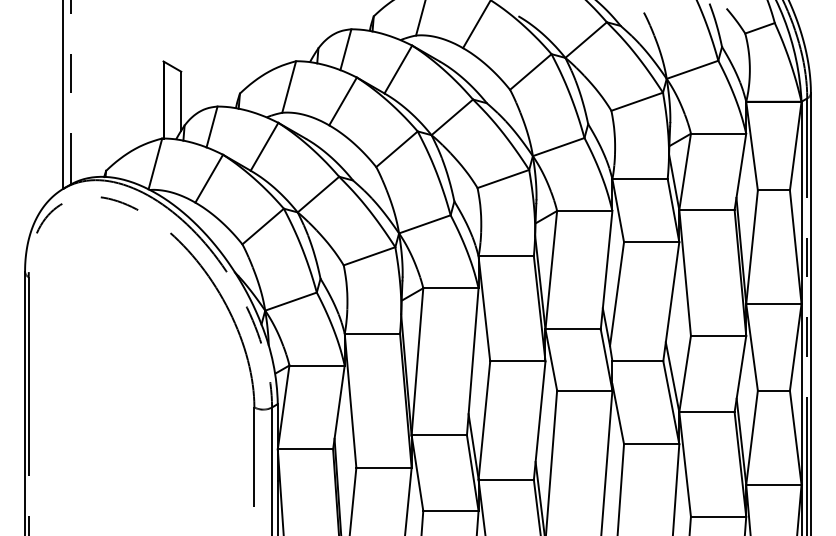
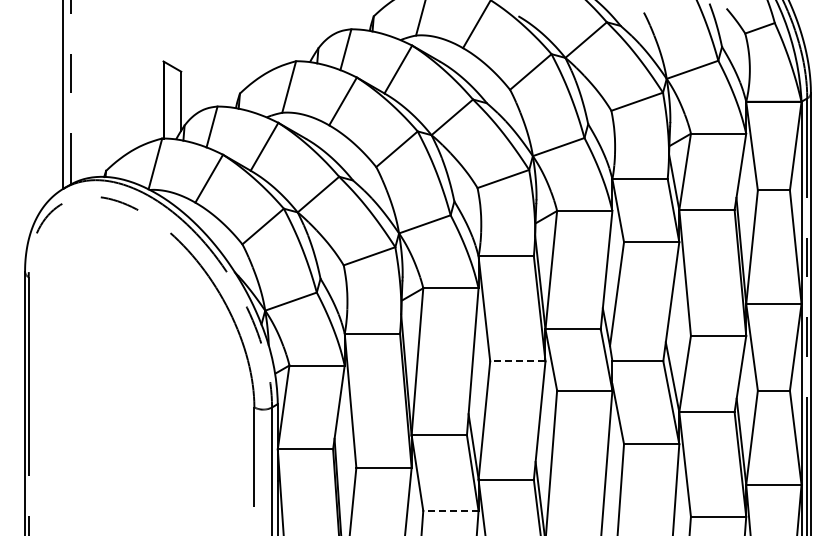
line at (517, 361): solid -> dashed
line at (450, 510): solid -> dashed
